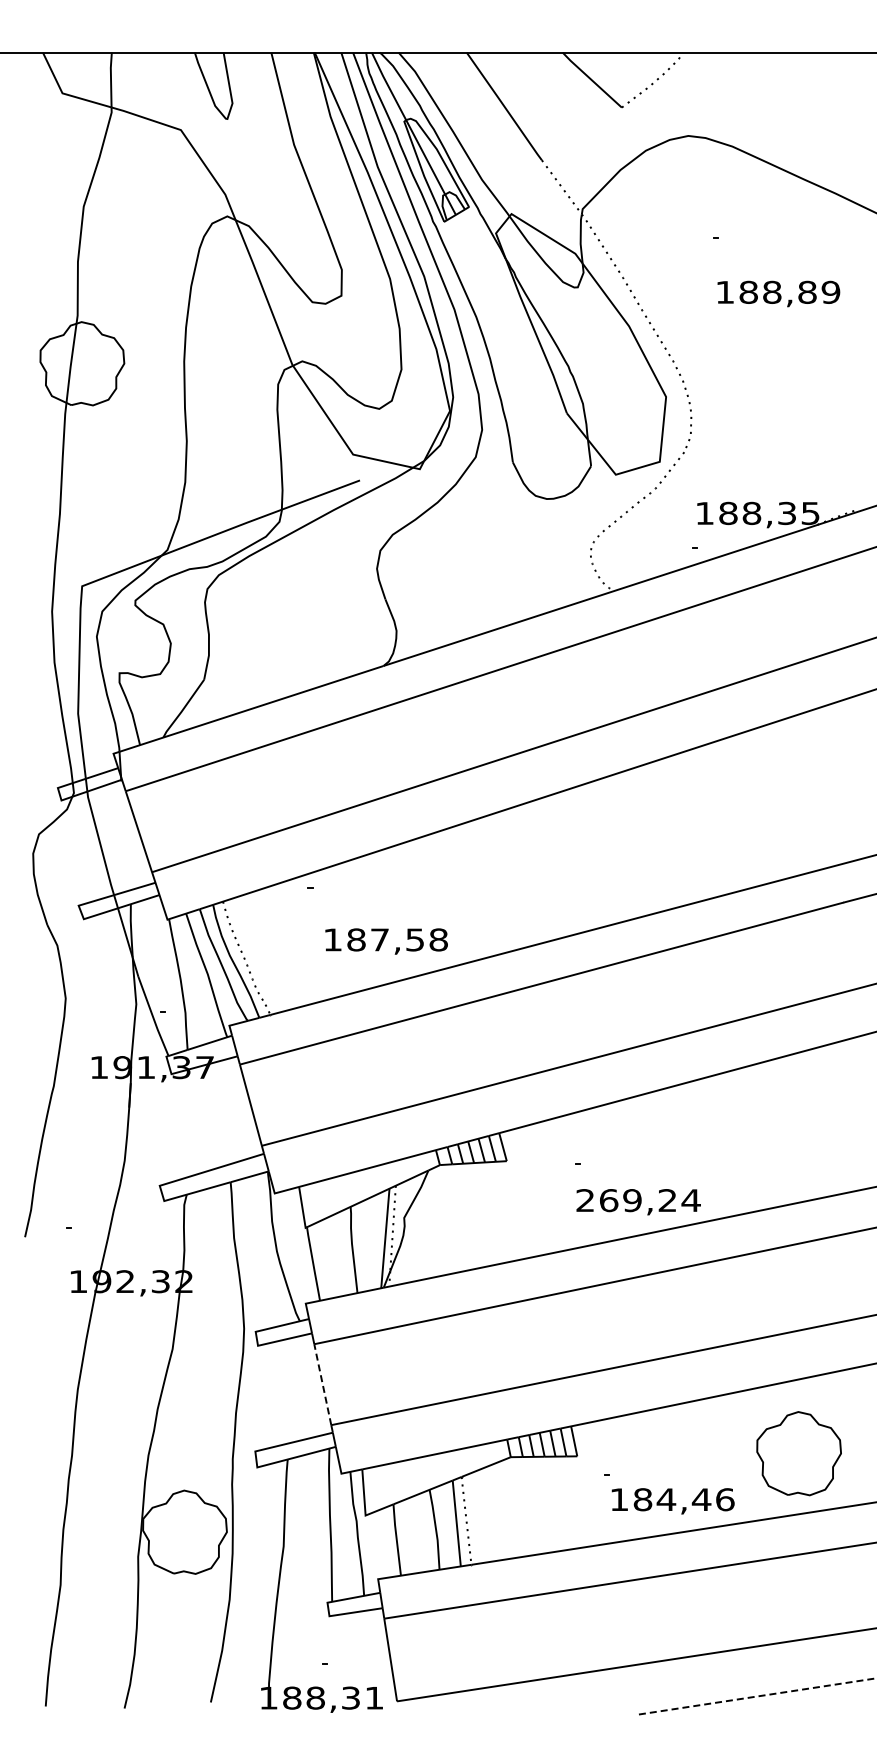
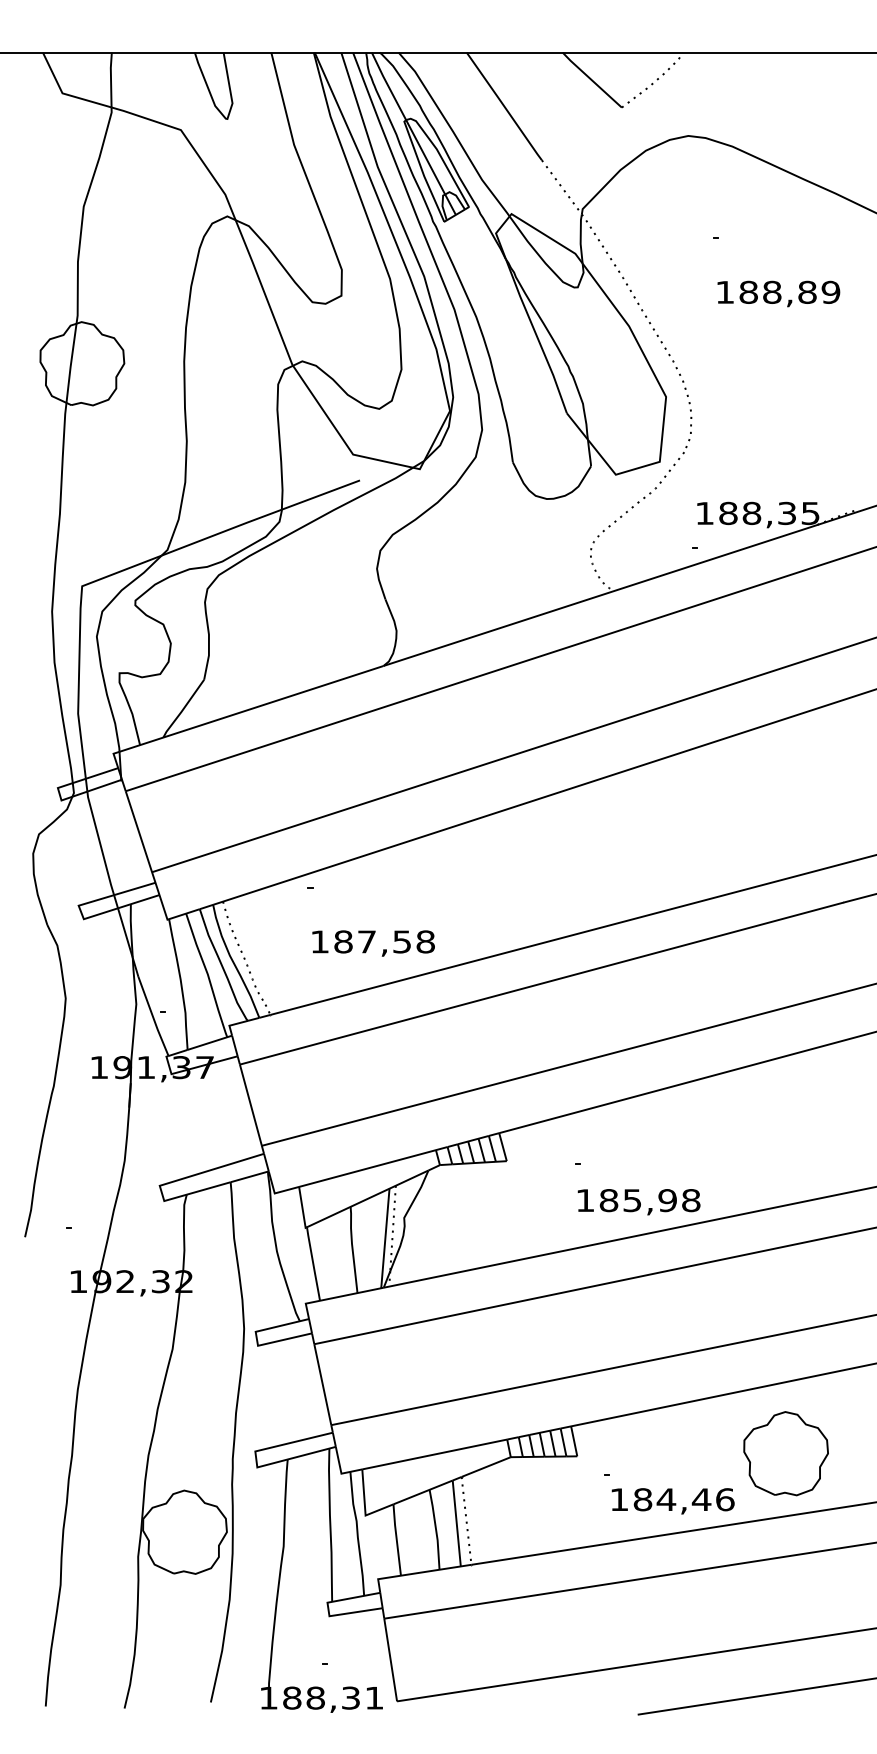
text at (386, 941) position: (386, 941) -> (373, 943)
text at (638, 1200): 269,24 -> 185,98
line at (322, 1384): dashed -> solid
part at (798, 1453) position: (798, 1453) -> (785, 1453)
line at (757, 1696): dashed -> solid
